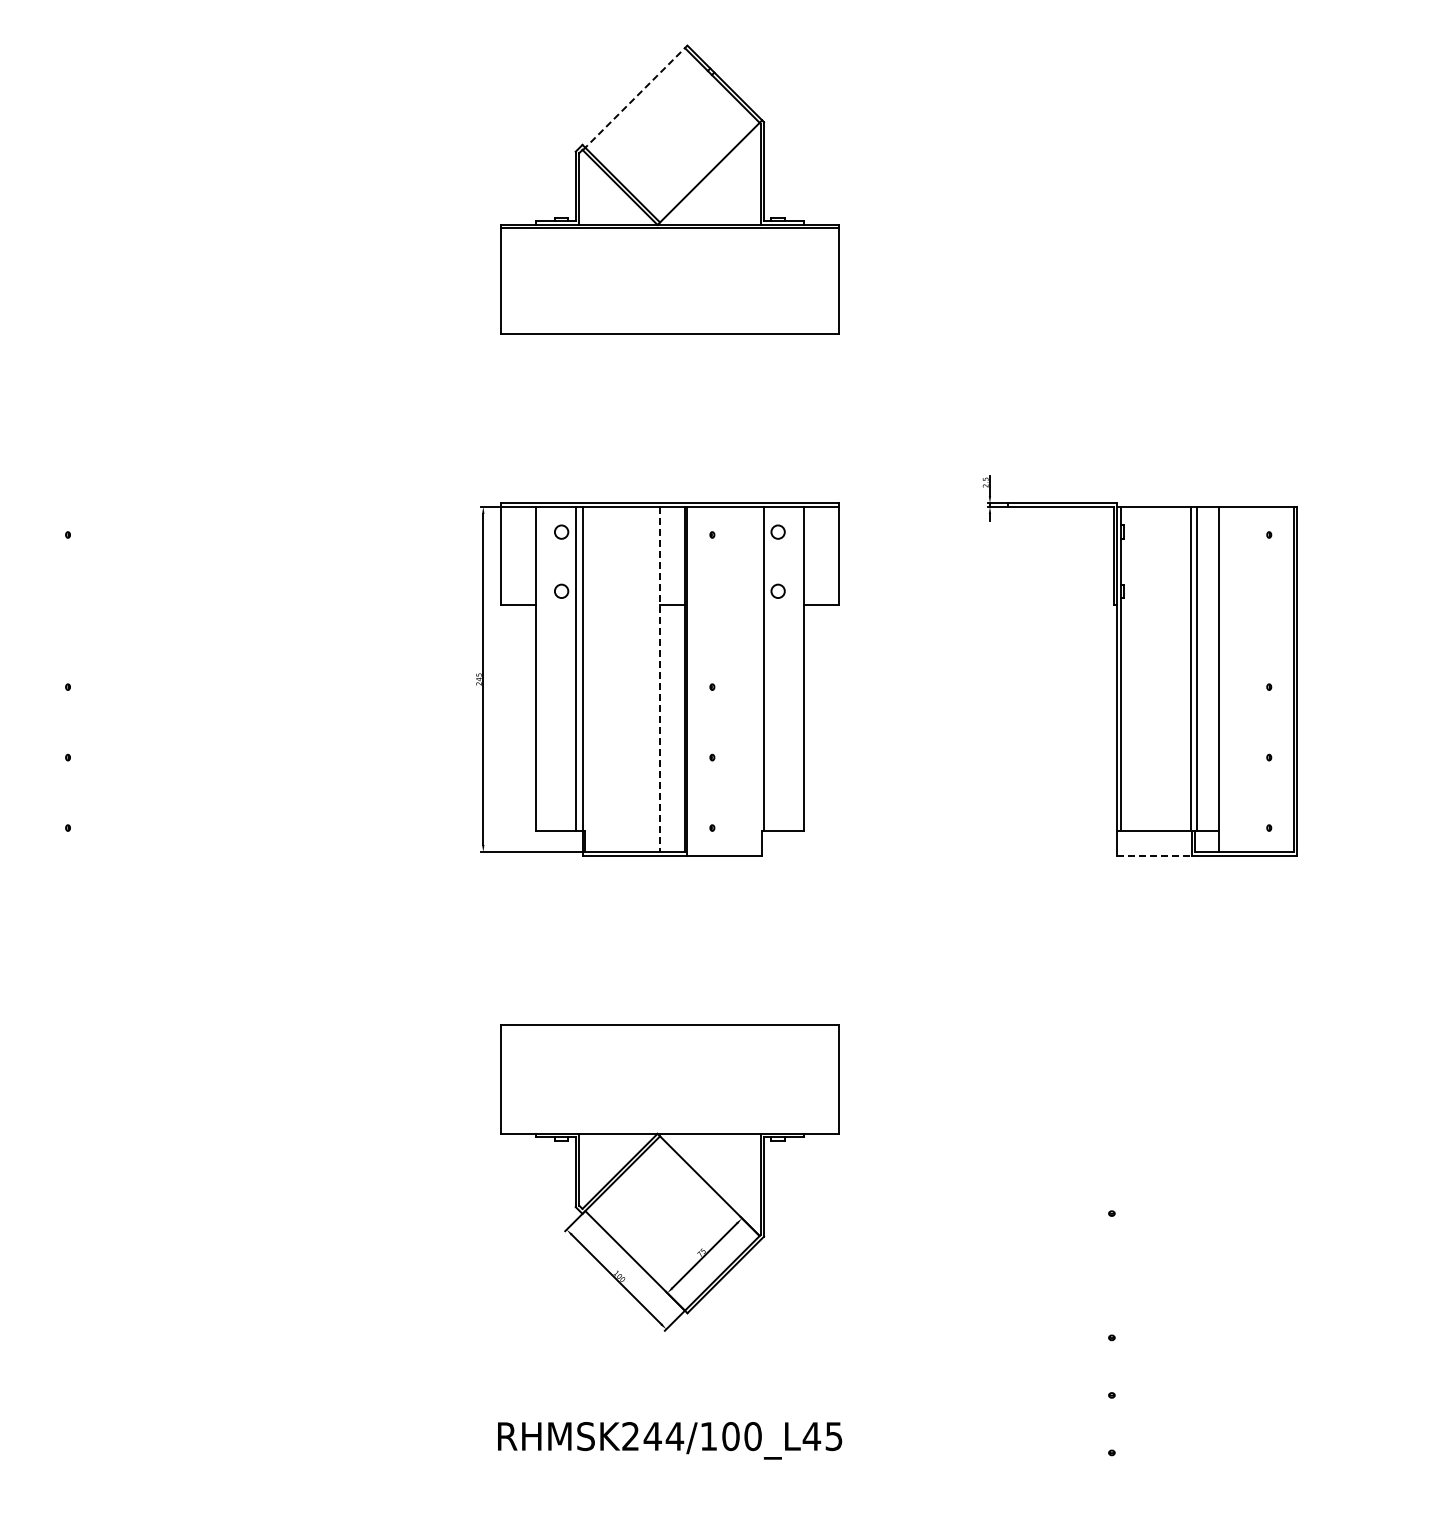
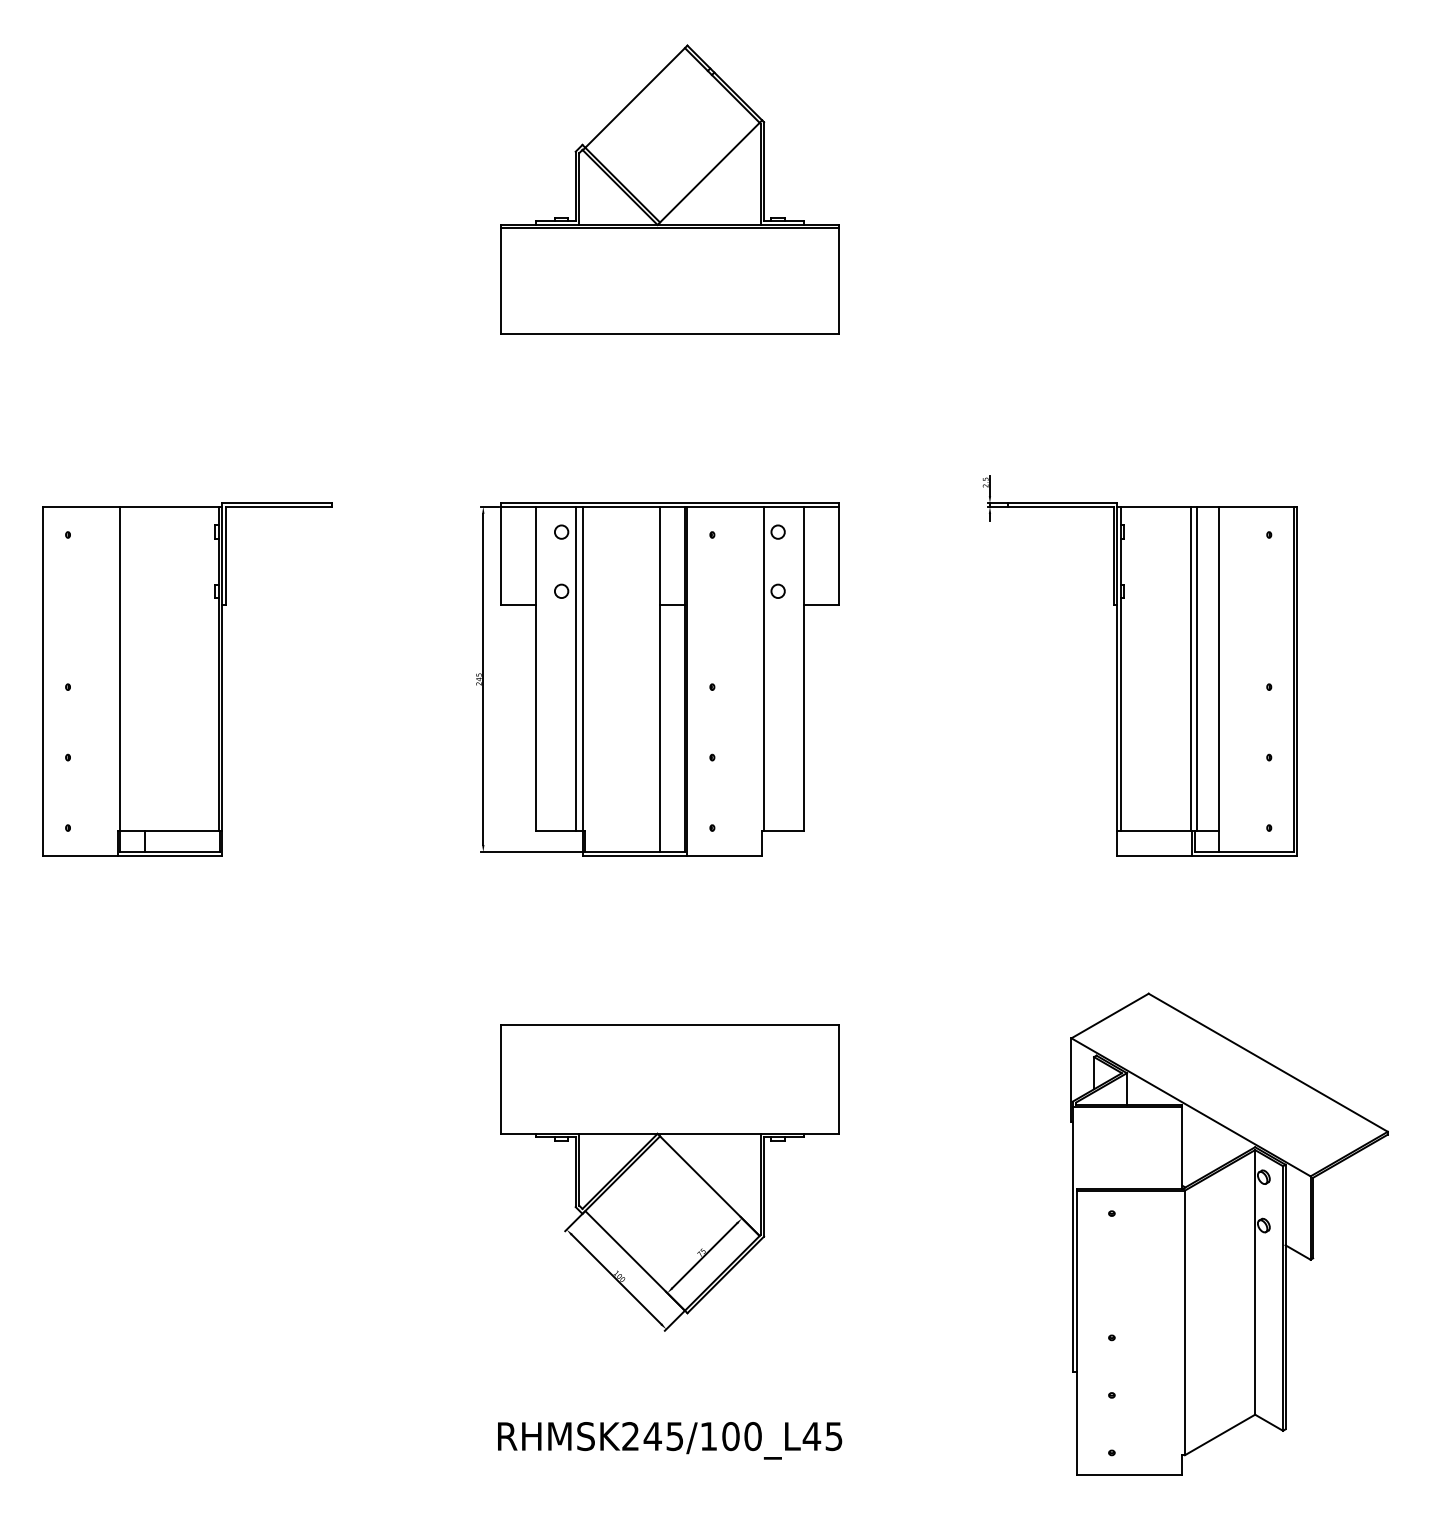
line at (635, 97): dashed -> solid
part at (187, 679): none -> present
line at (660, 679): dashed -> solid
line at (1155, 855): dashed -> solid
part at (1229, 1233): none -> present
text at (674, 1436): RHMSK244/100_L45 -> RHMSK245/100_L45
